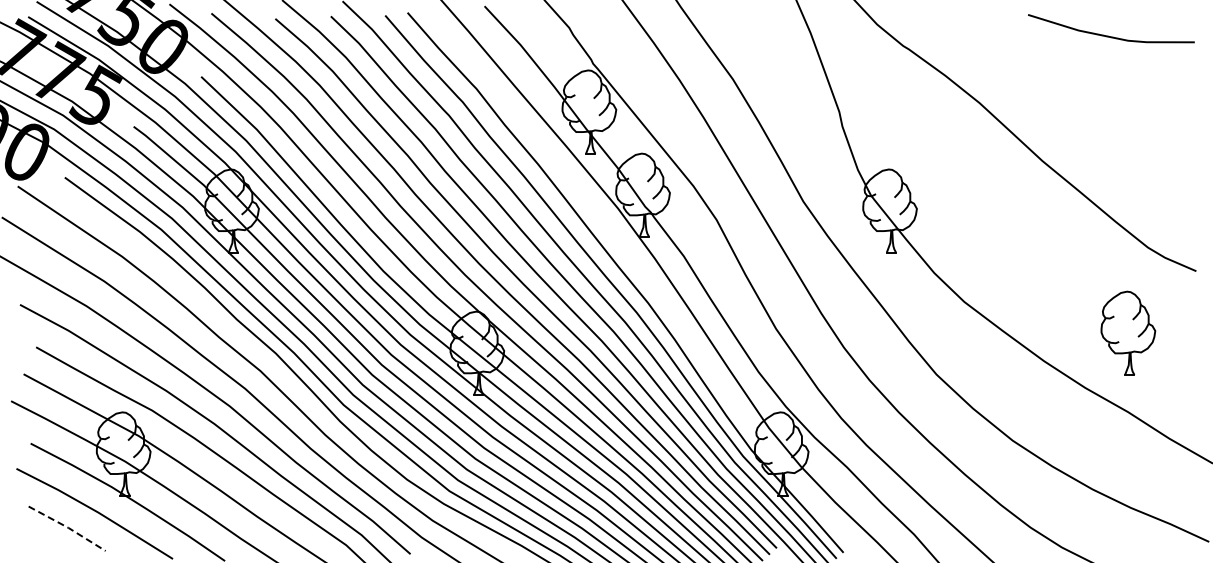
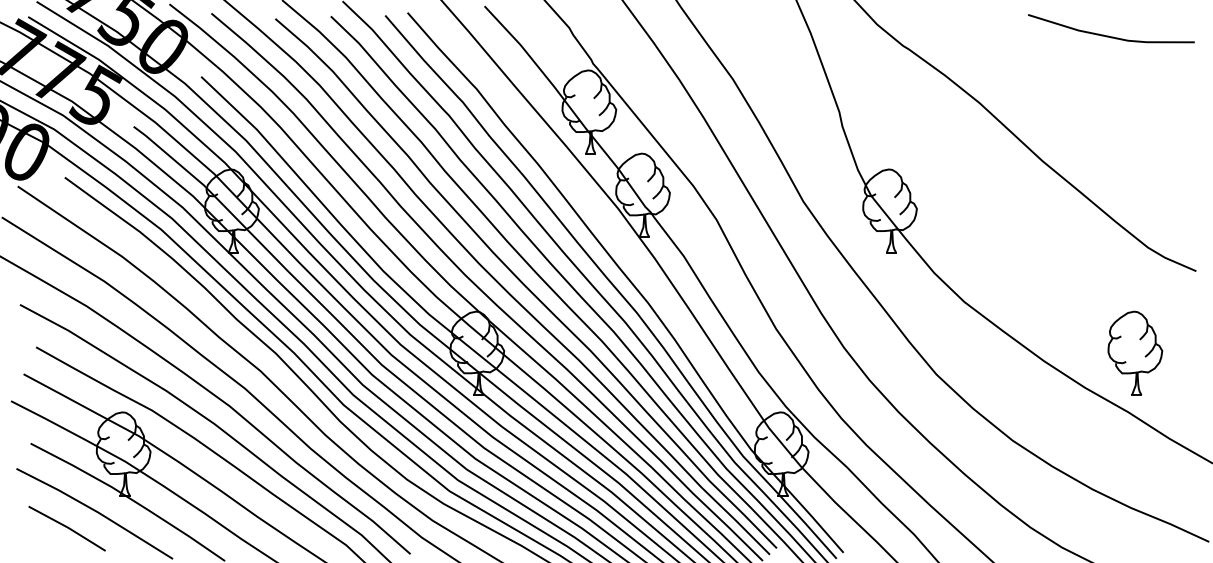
part at (1128, 332) position: (1128, 332) -> (1135, 352)
line at (68, 527): dashed -> solid
